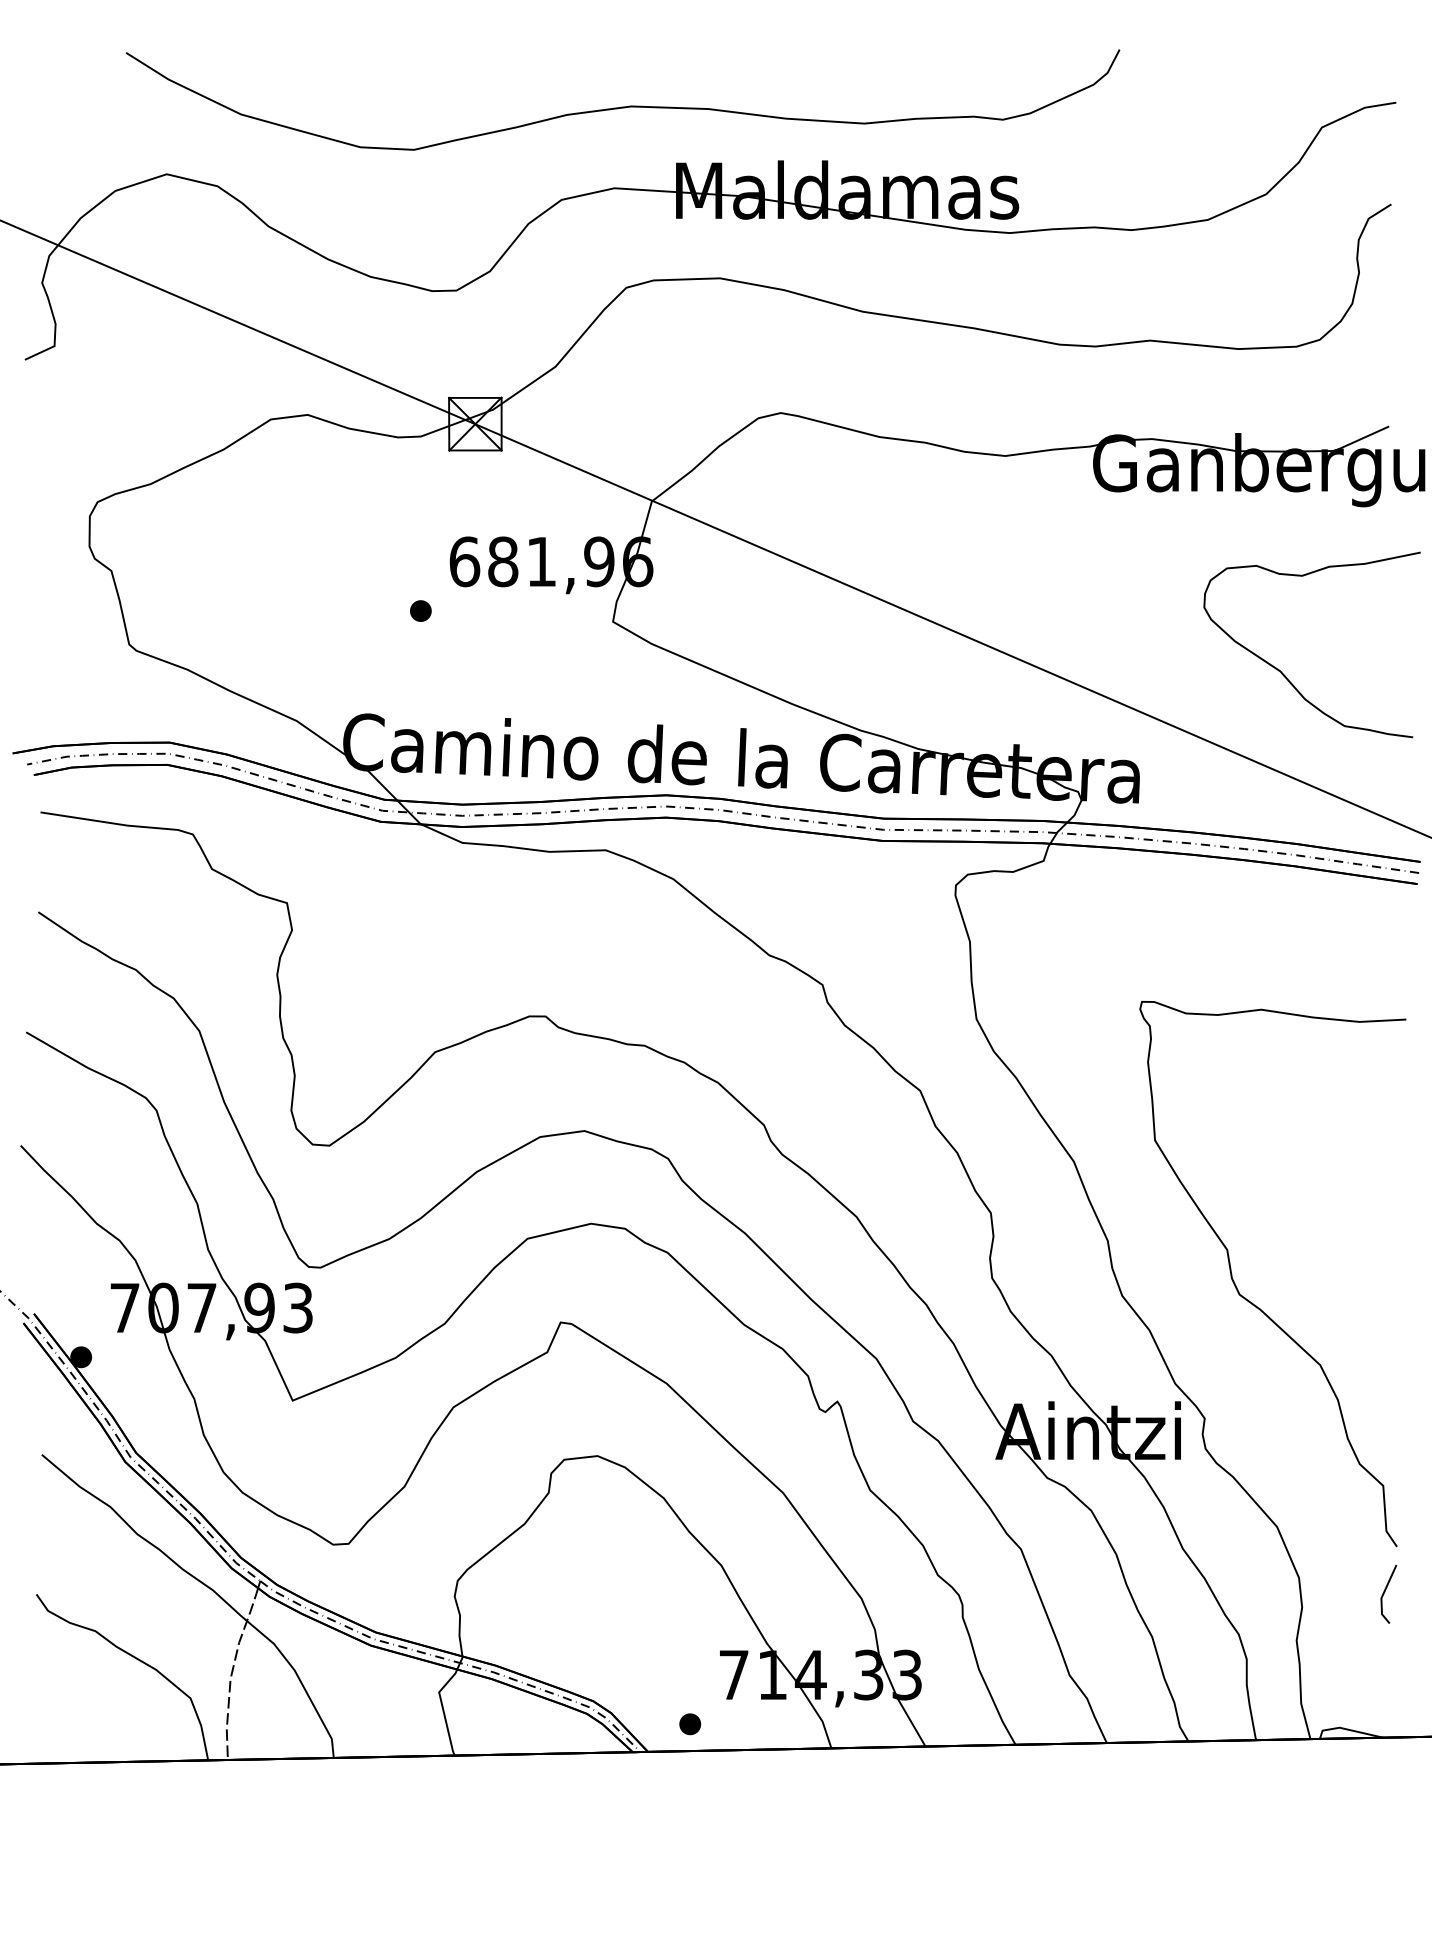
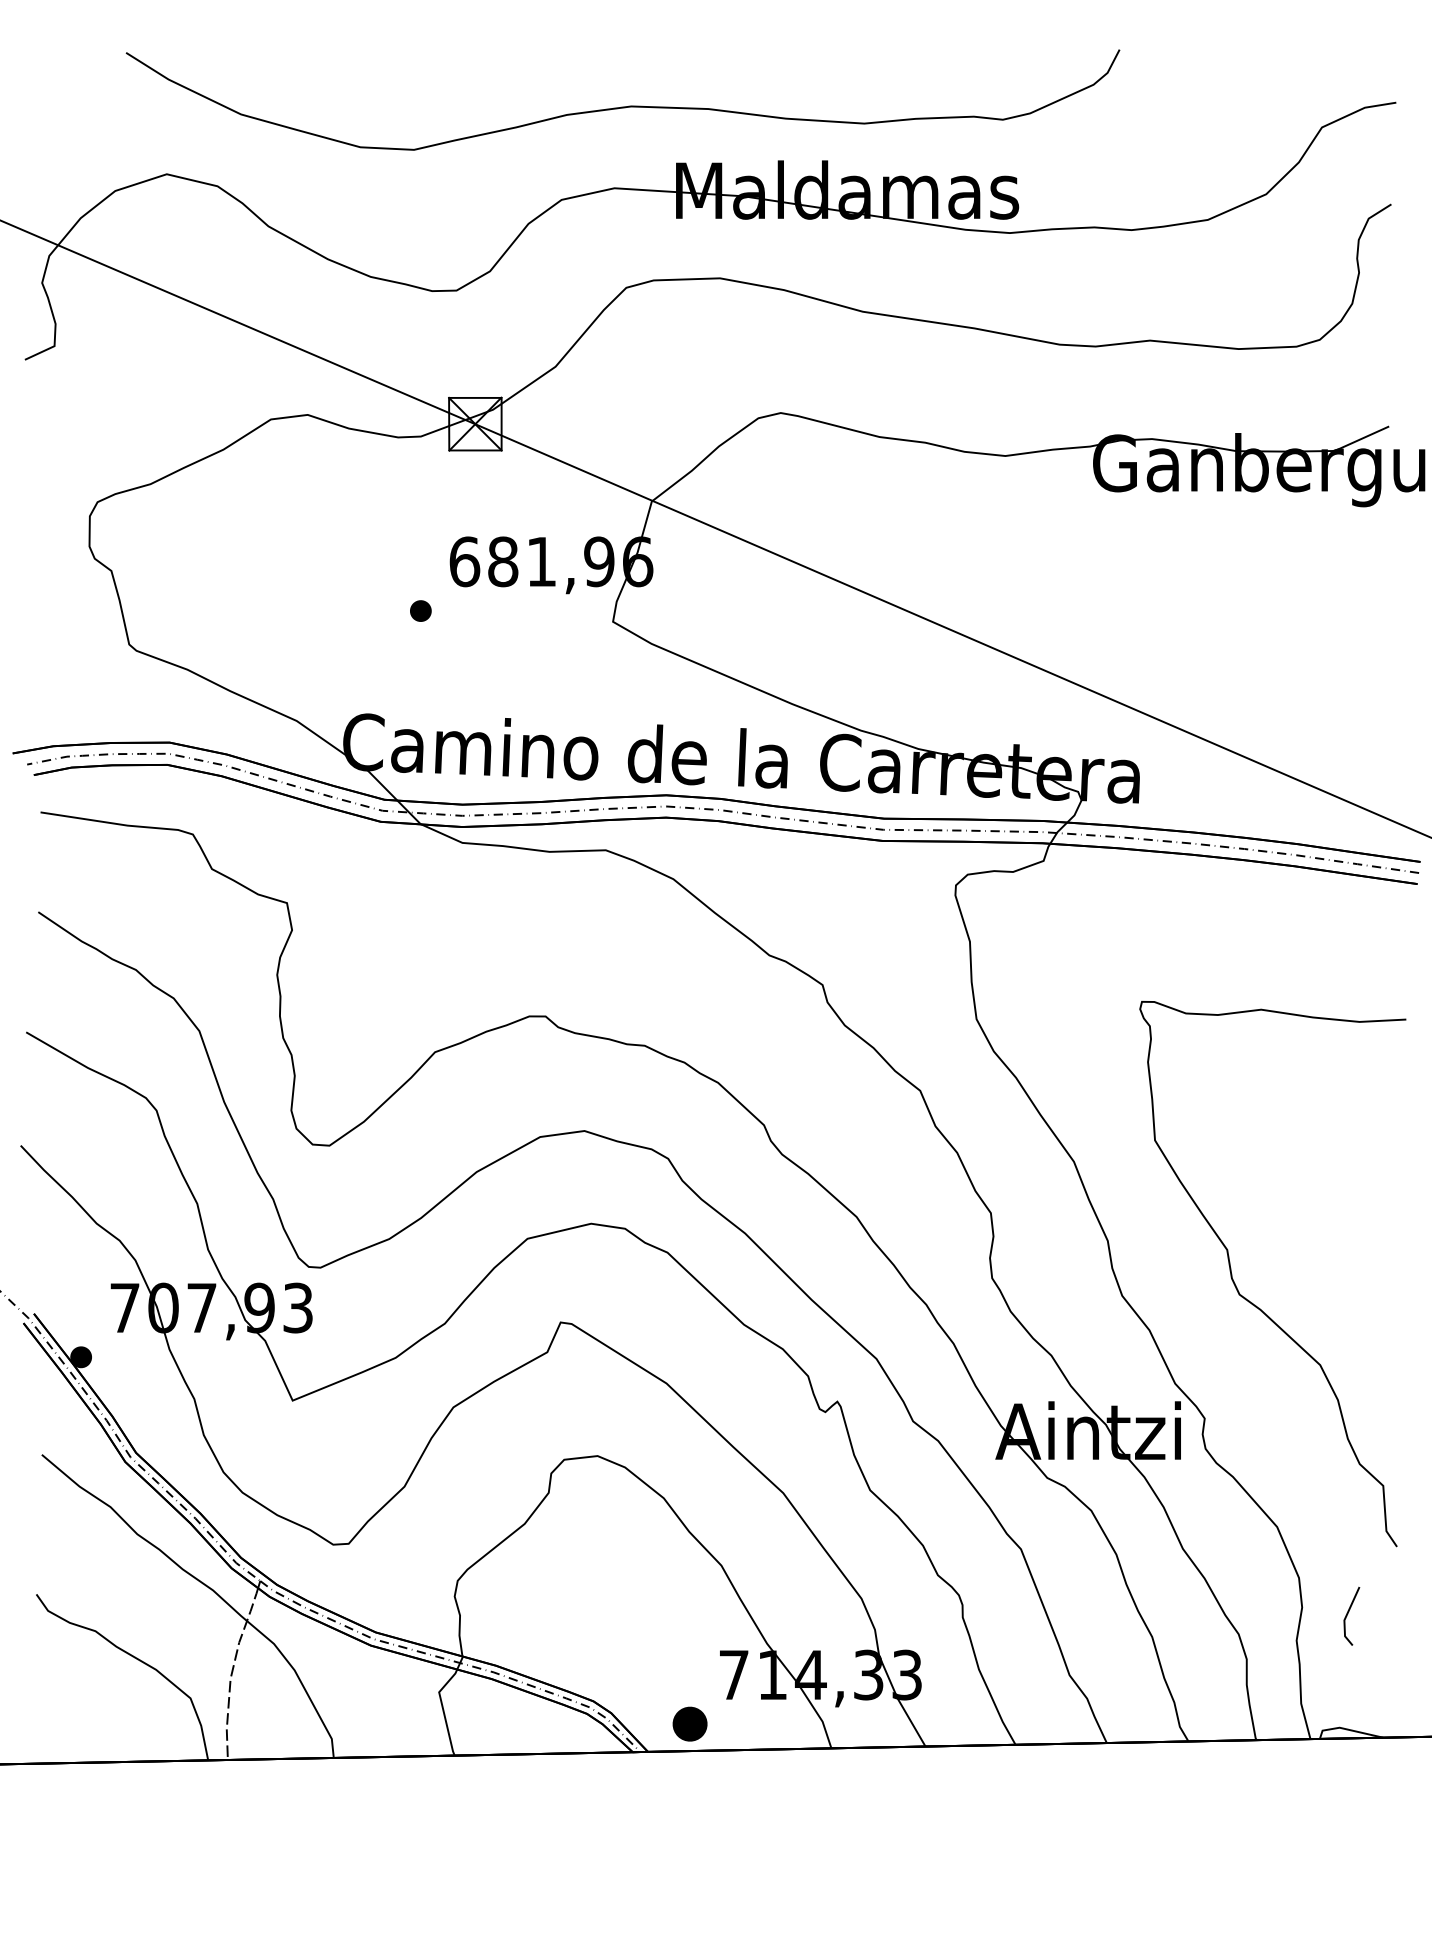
curve at (1282, 672): present -> none
line at (1385, 1592) position: (1385, 1592) -> (1348, 1614)
part at (690, 1724) size: 23x23 px -> 36x36 px
